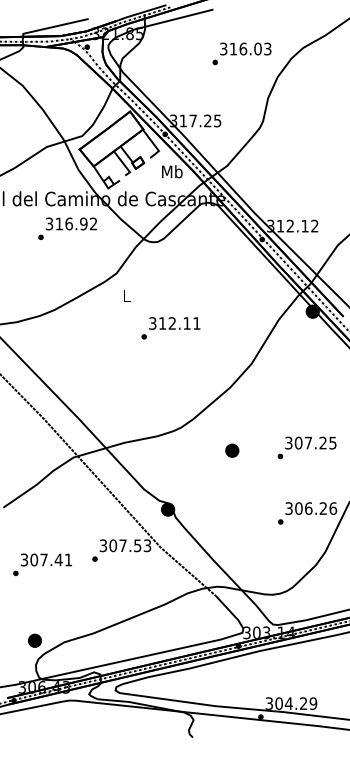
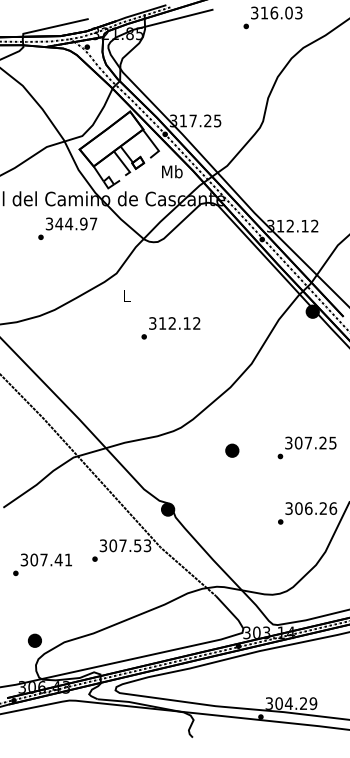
text at (241, 53) position: (241, 53) -> (272, 17)
text at (76, 223): 316.92 -> 344.97
text at (196, 323): 312.11 -> 312.12
